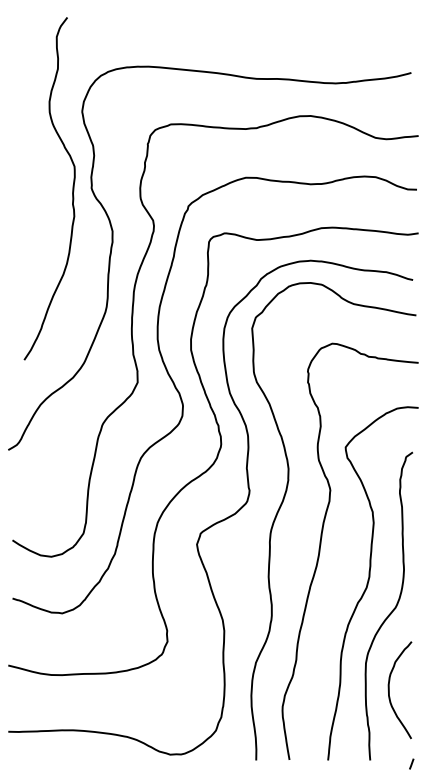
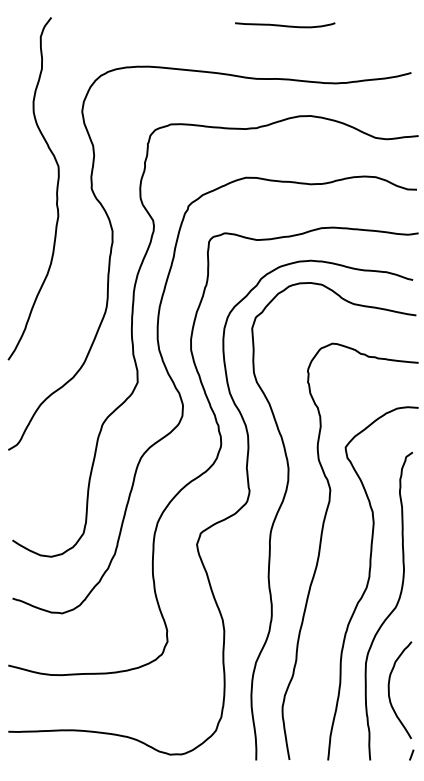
curve at (285, 25): none -> present
curve at (72, 188) position: (72, 188) -> (56, 188)
line at (411, 763) position: (411, 763) -> (411, 754)
